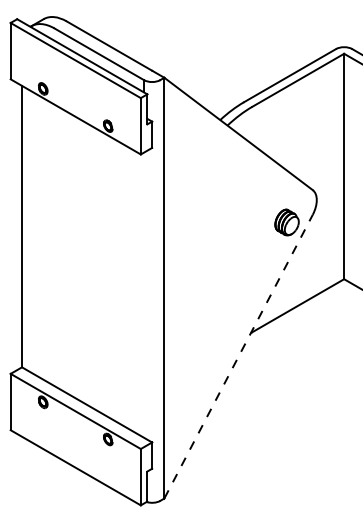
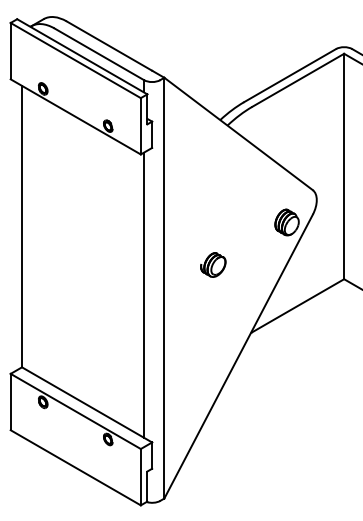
part at (213, 264): none -> present
line at (144, 294): none -> present
line at (238, 356): dashed -> solid
